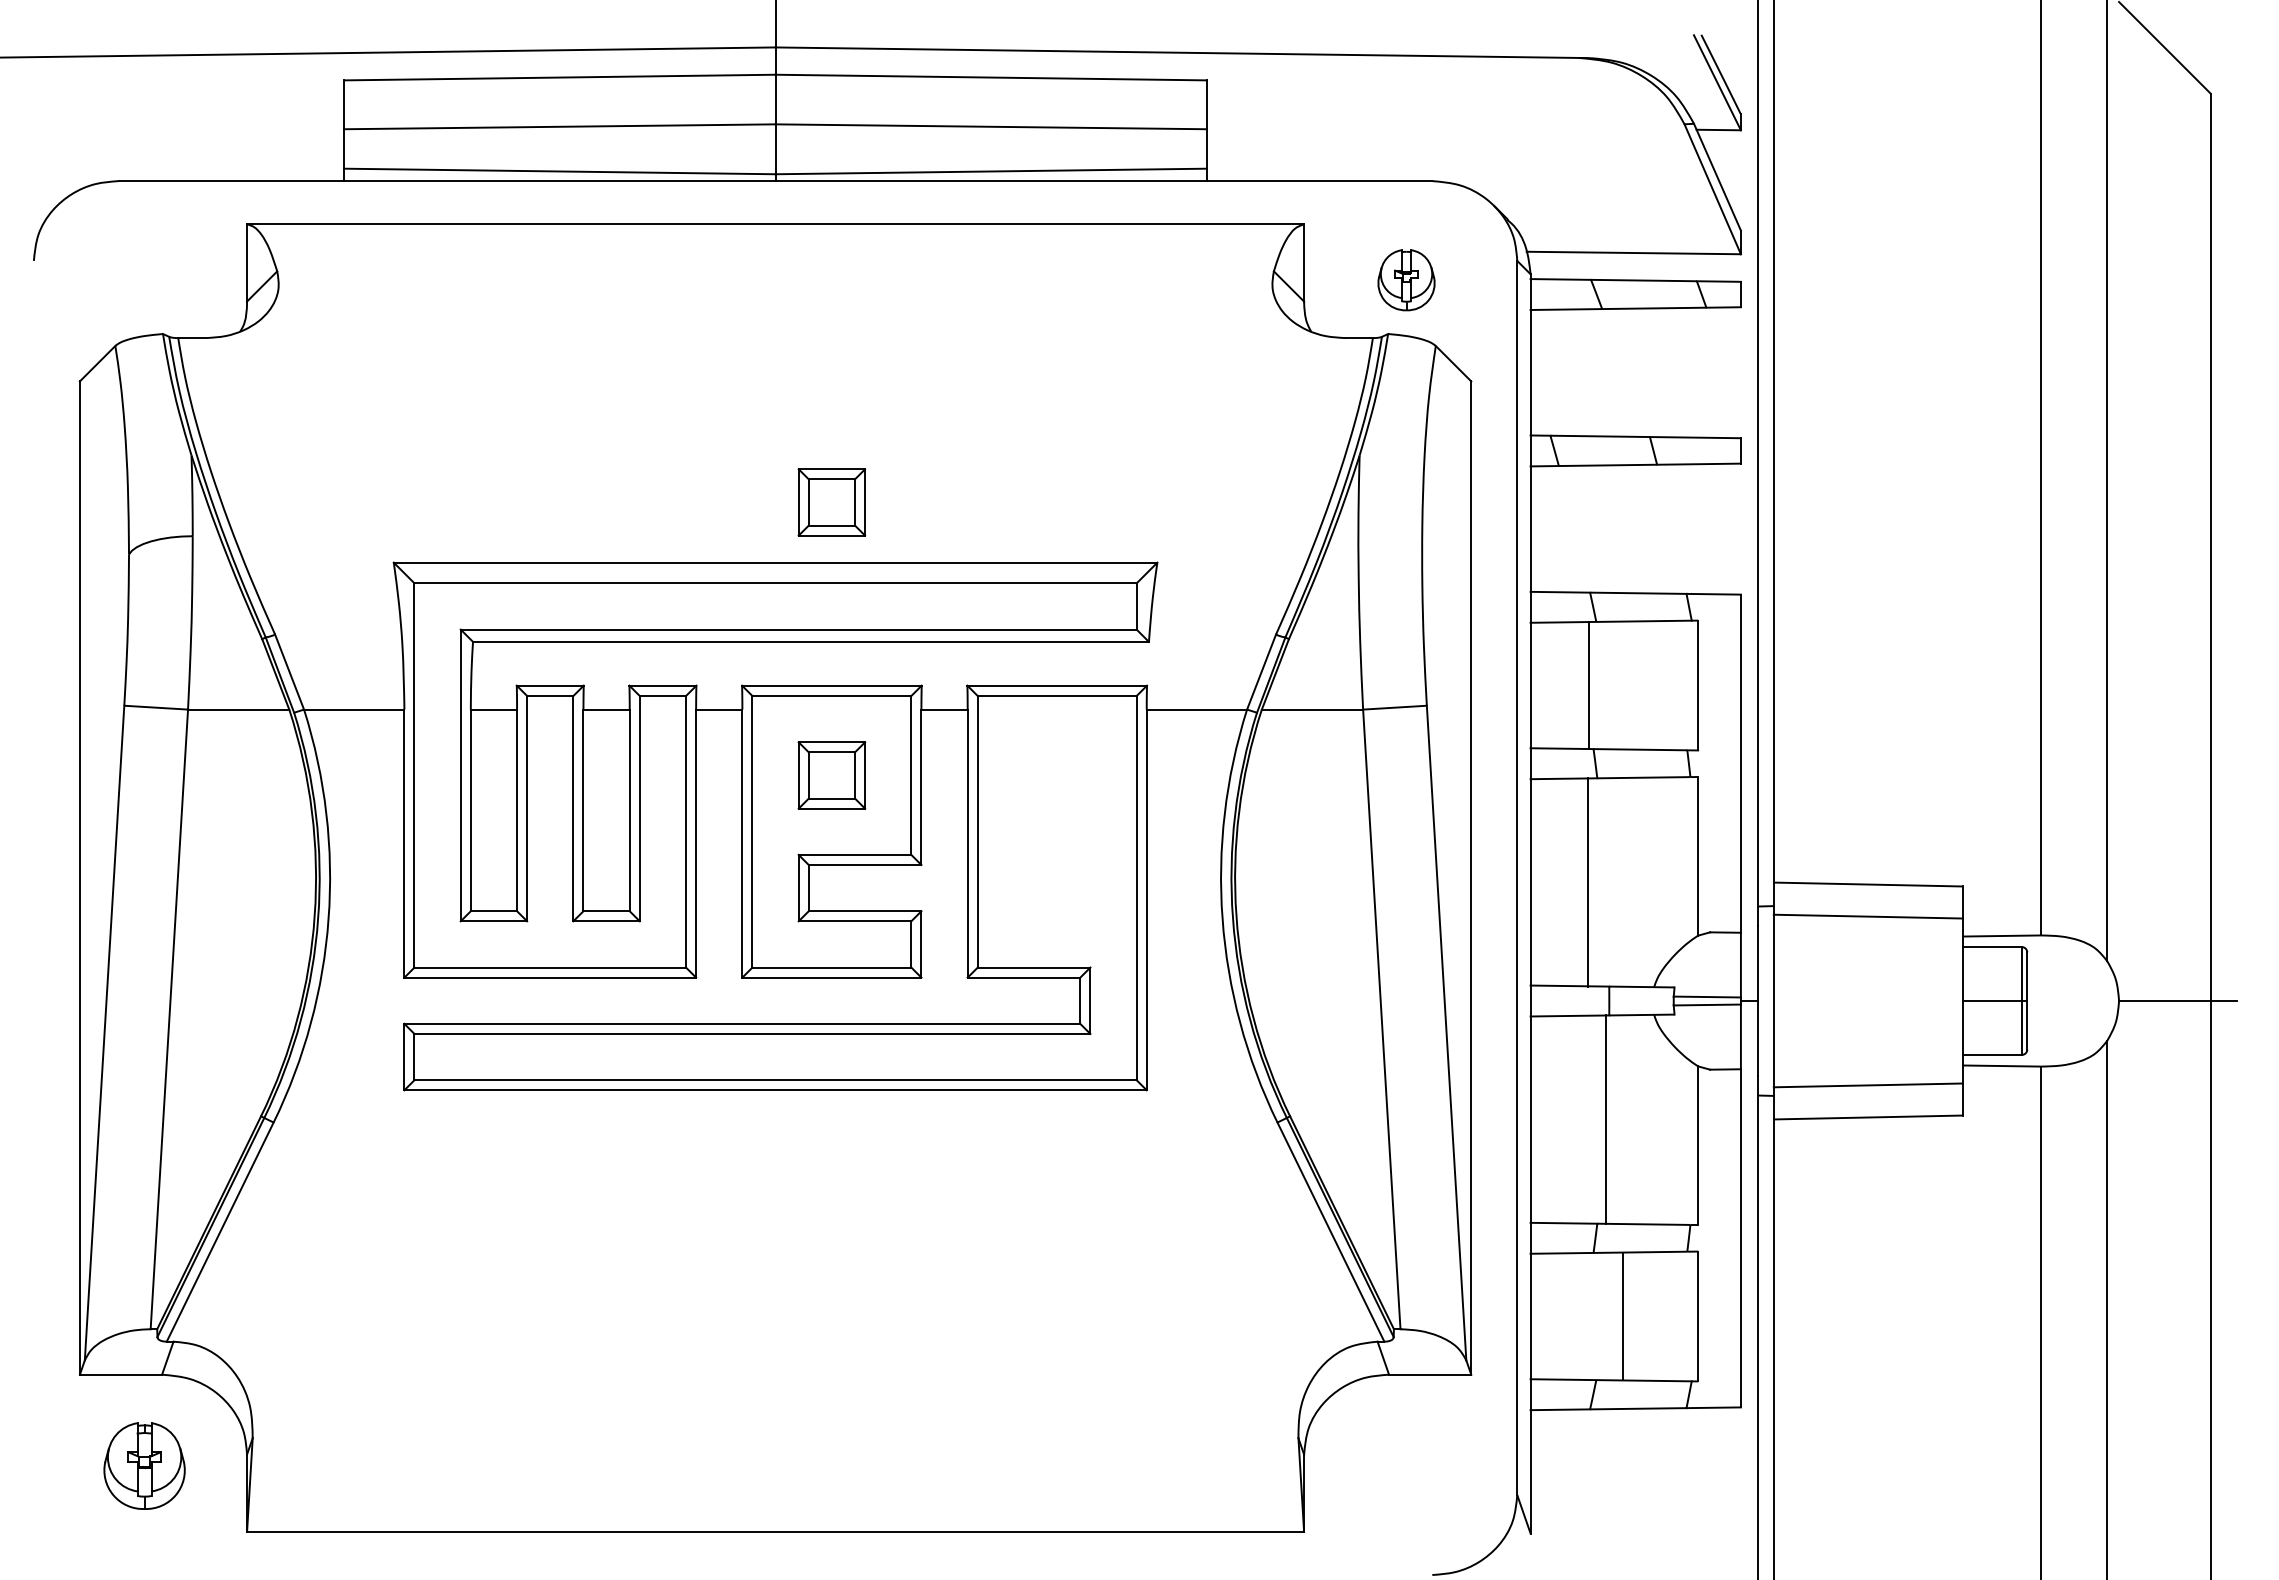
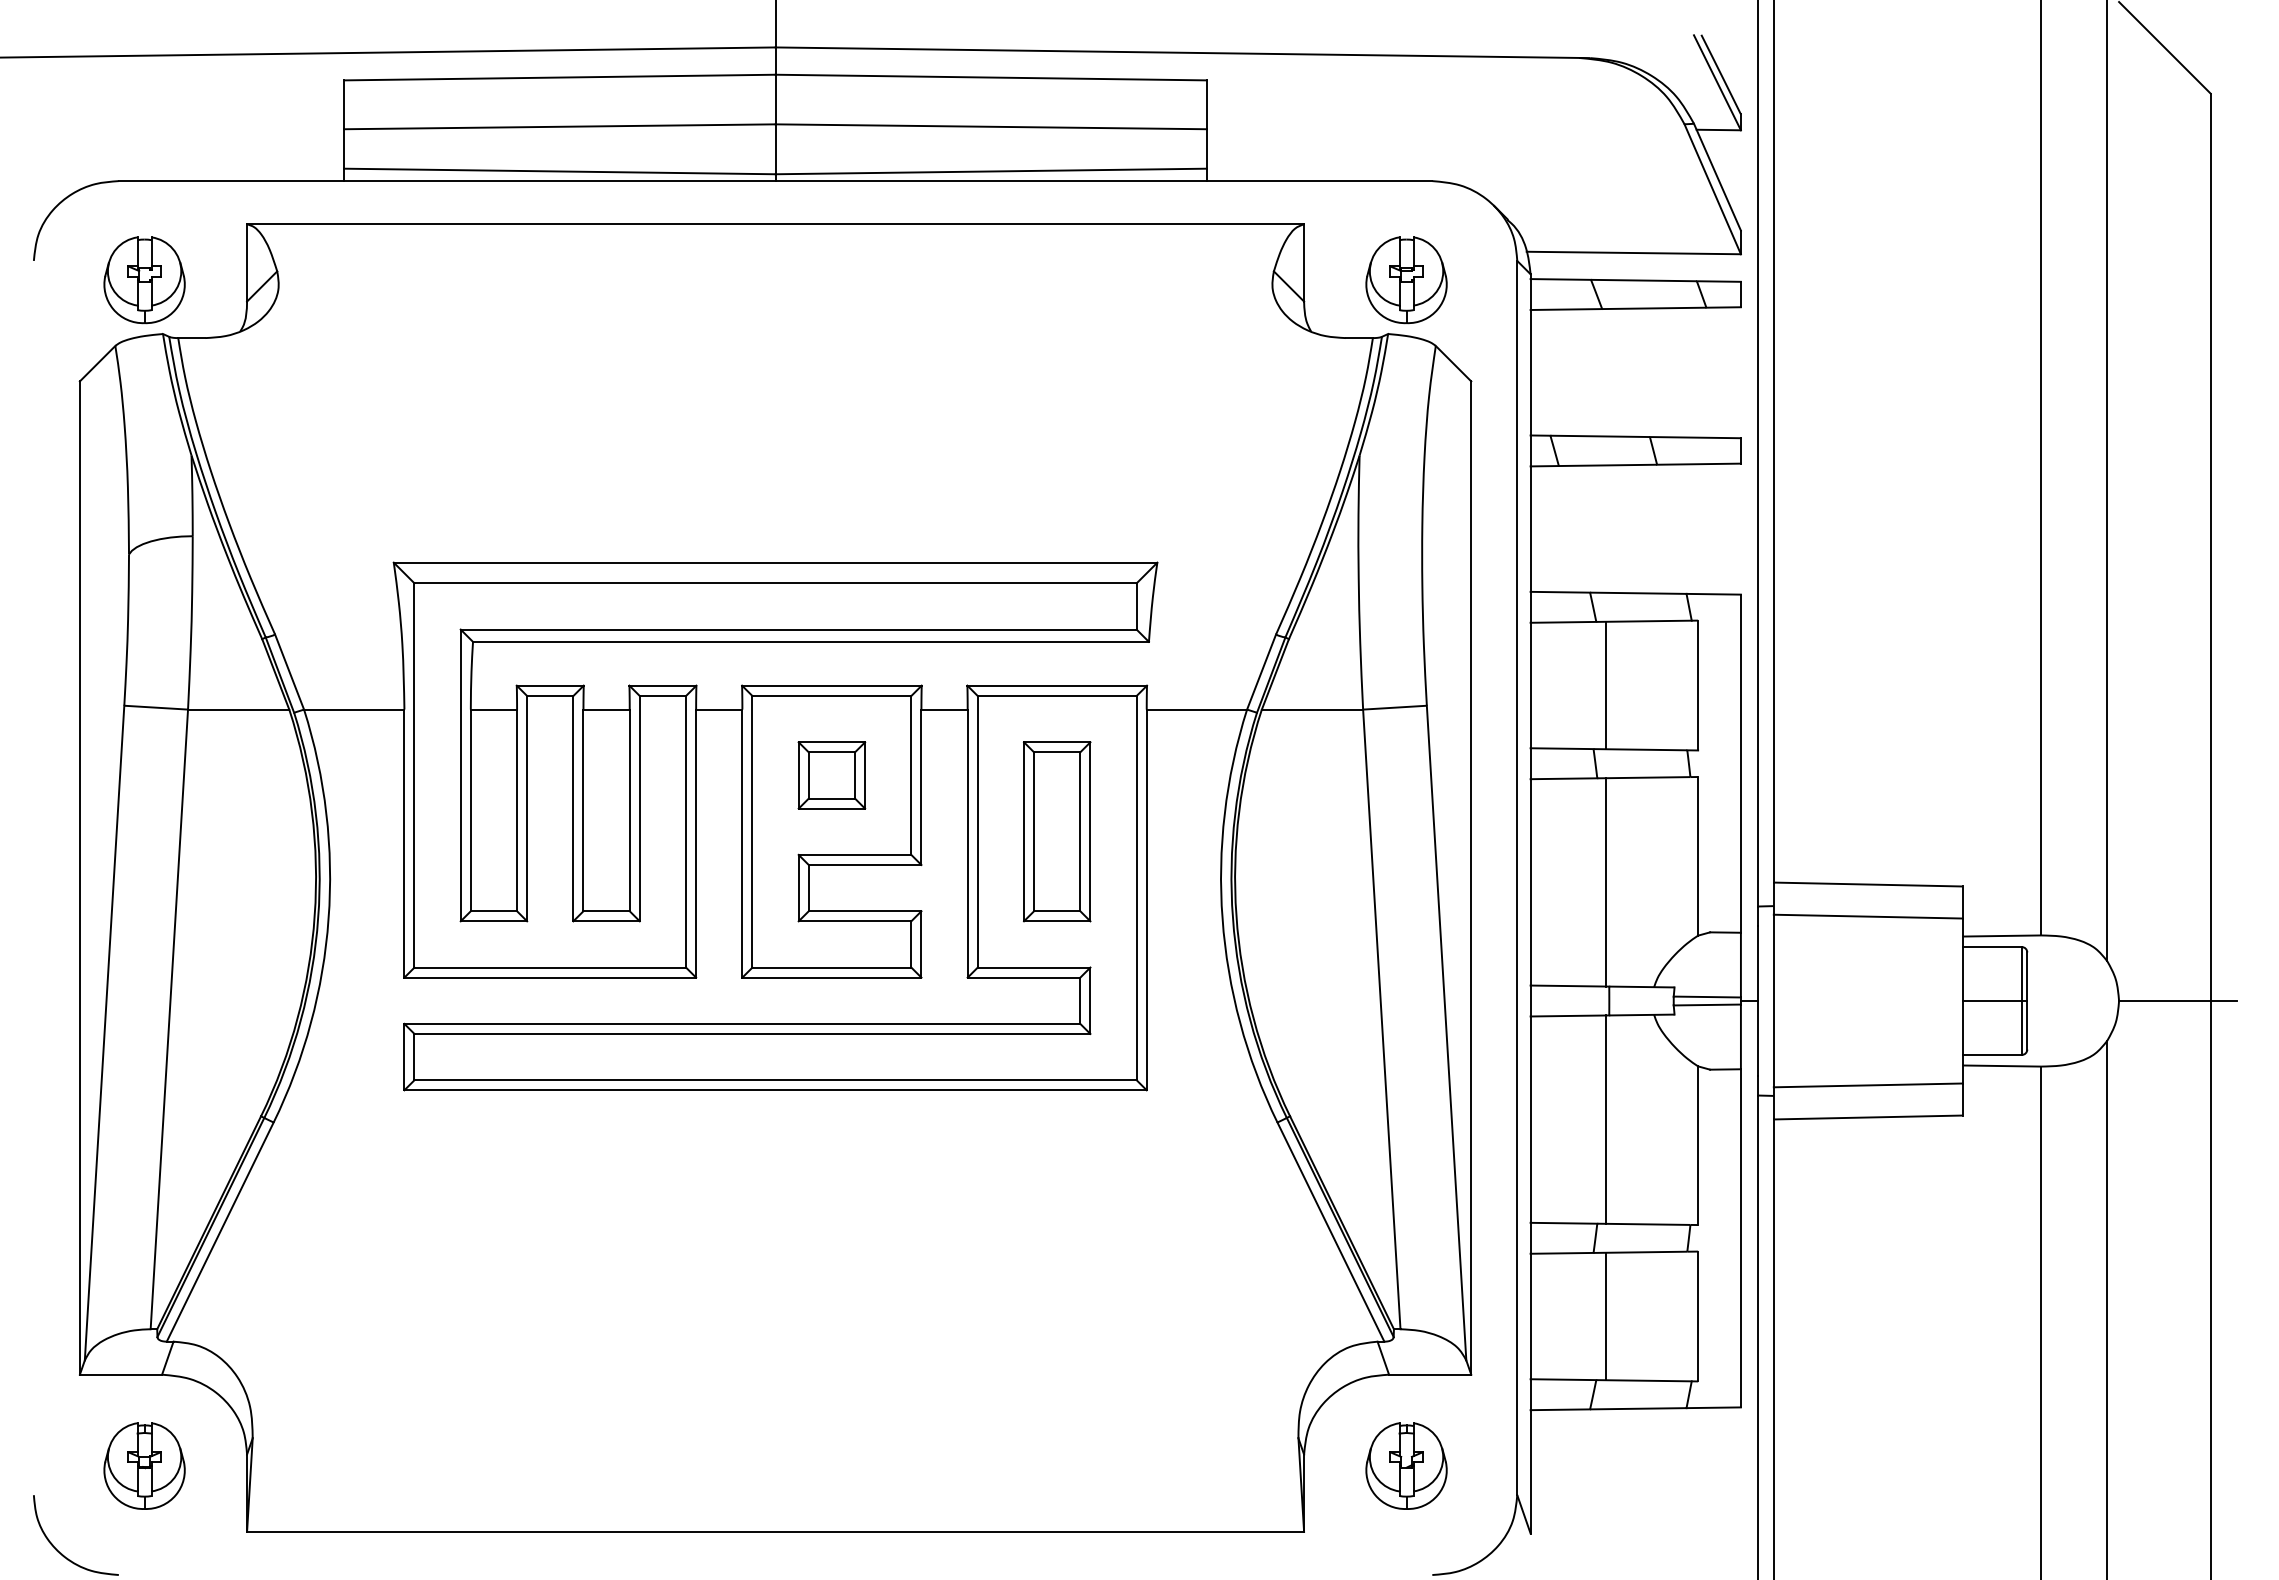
part at (144, 280): none -> present
part at (1406, 280) size: 59x63 px -> 83x89 px
part at (831, 502): present -> none
line at (1589, 685) position: (1589, 685) -> (1606, 685)
part at (1057, 831): none -> present
line at (1588, 882) position: (1588, 882) -> (1606, 882)
line at (1623, 1316) position: (1623, 1316) -> (1606, 1316)
part at (1406, 1465): none -> present
curve at (62, 1553): none -> present
